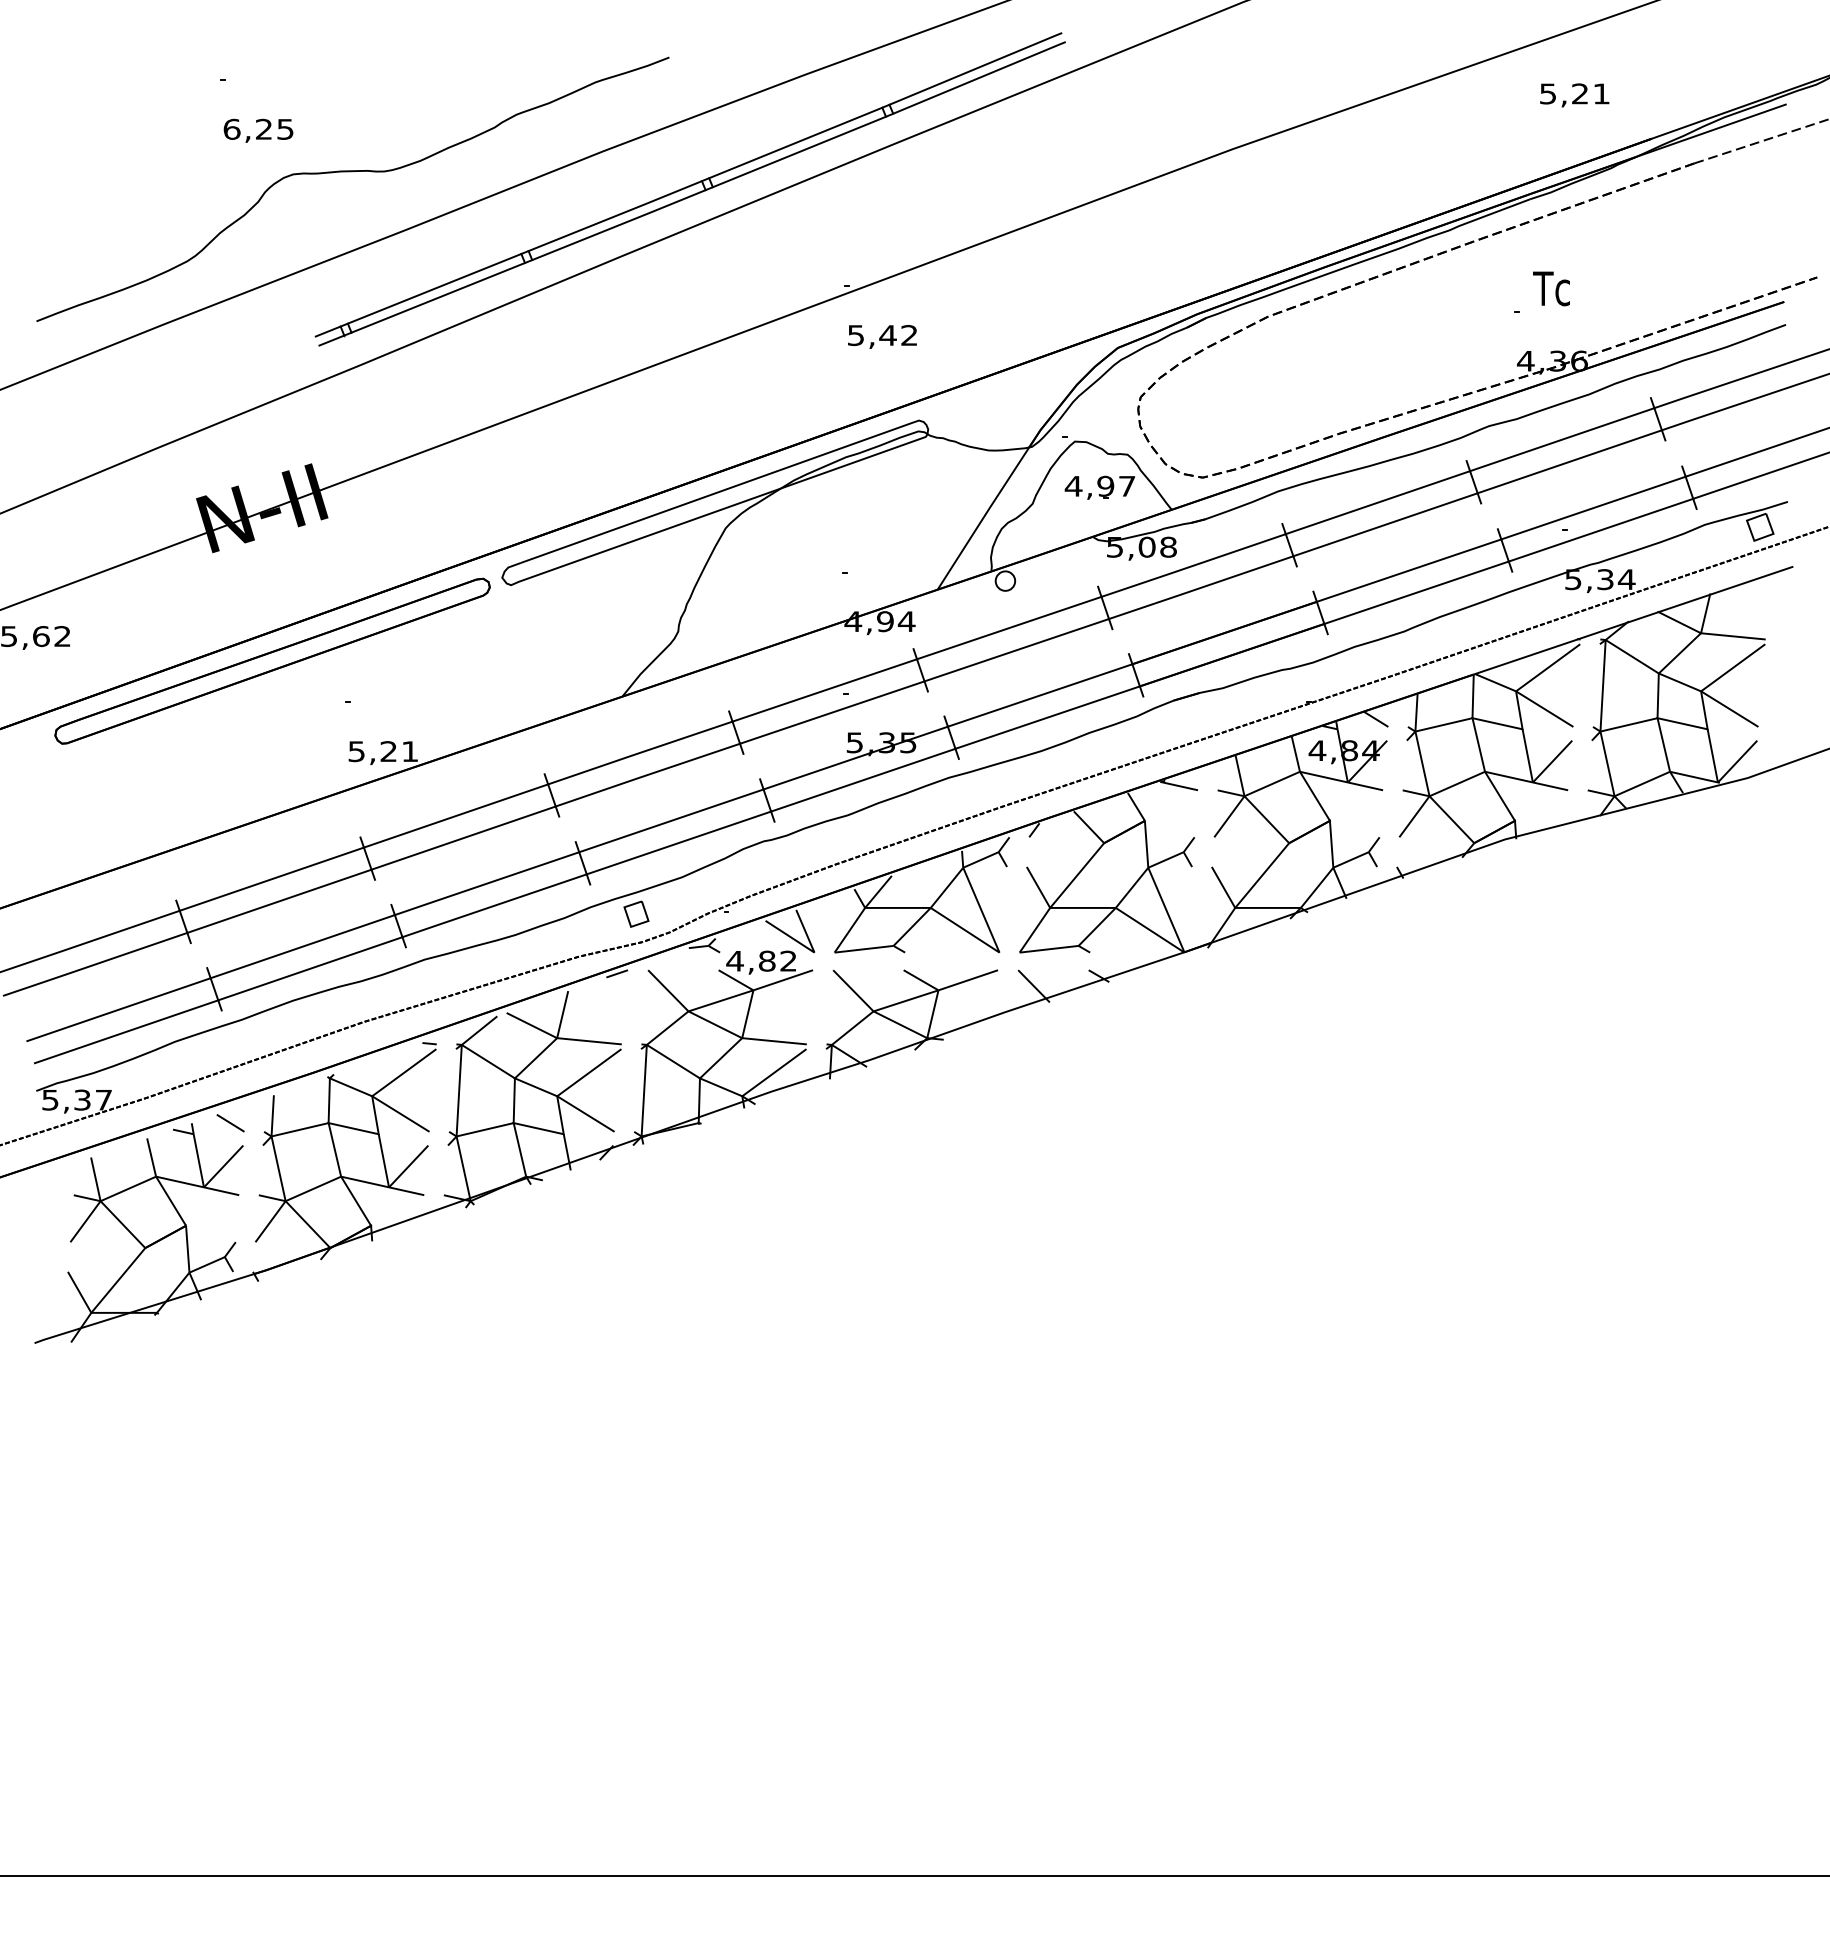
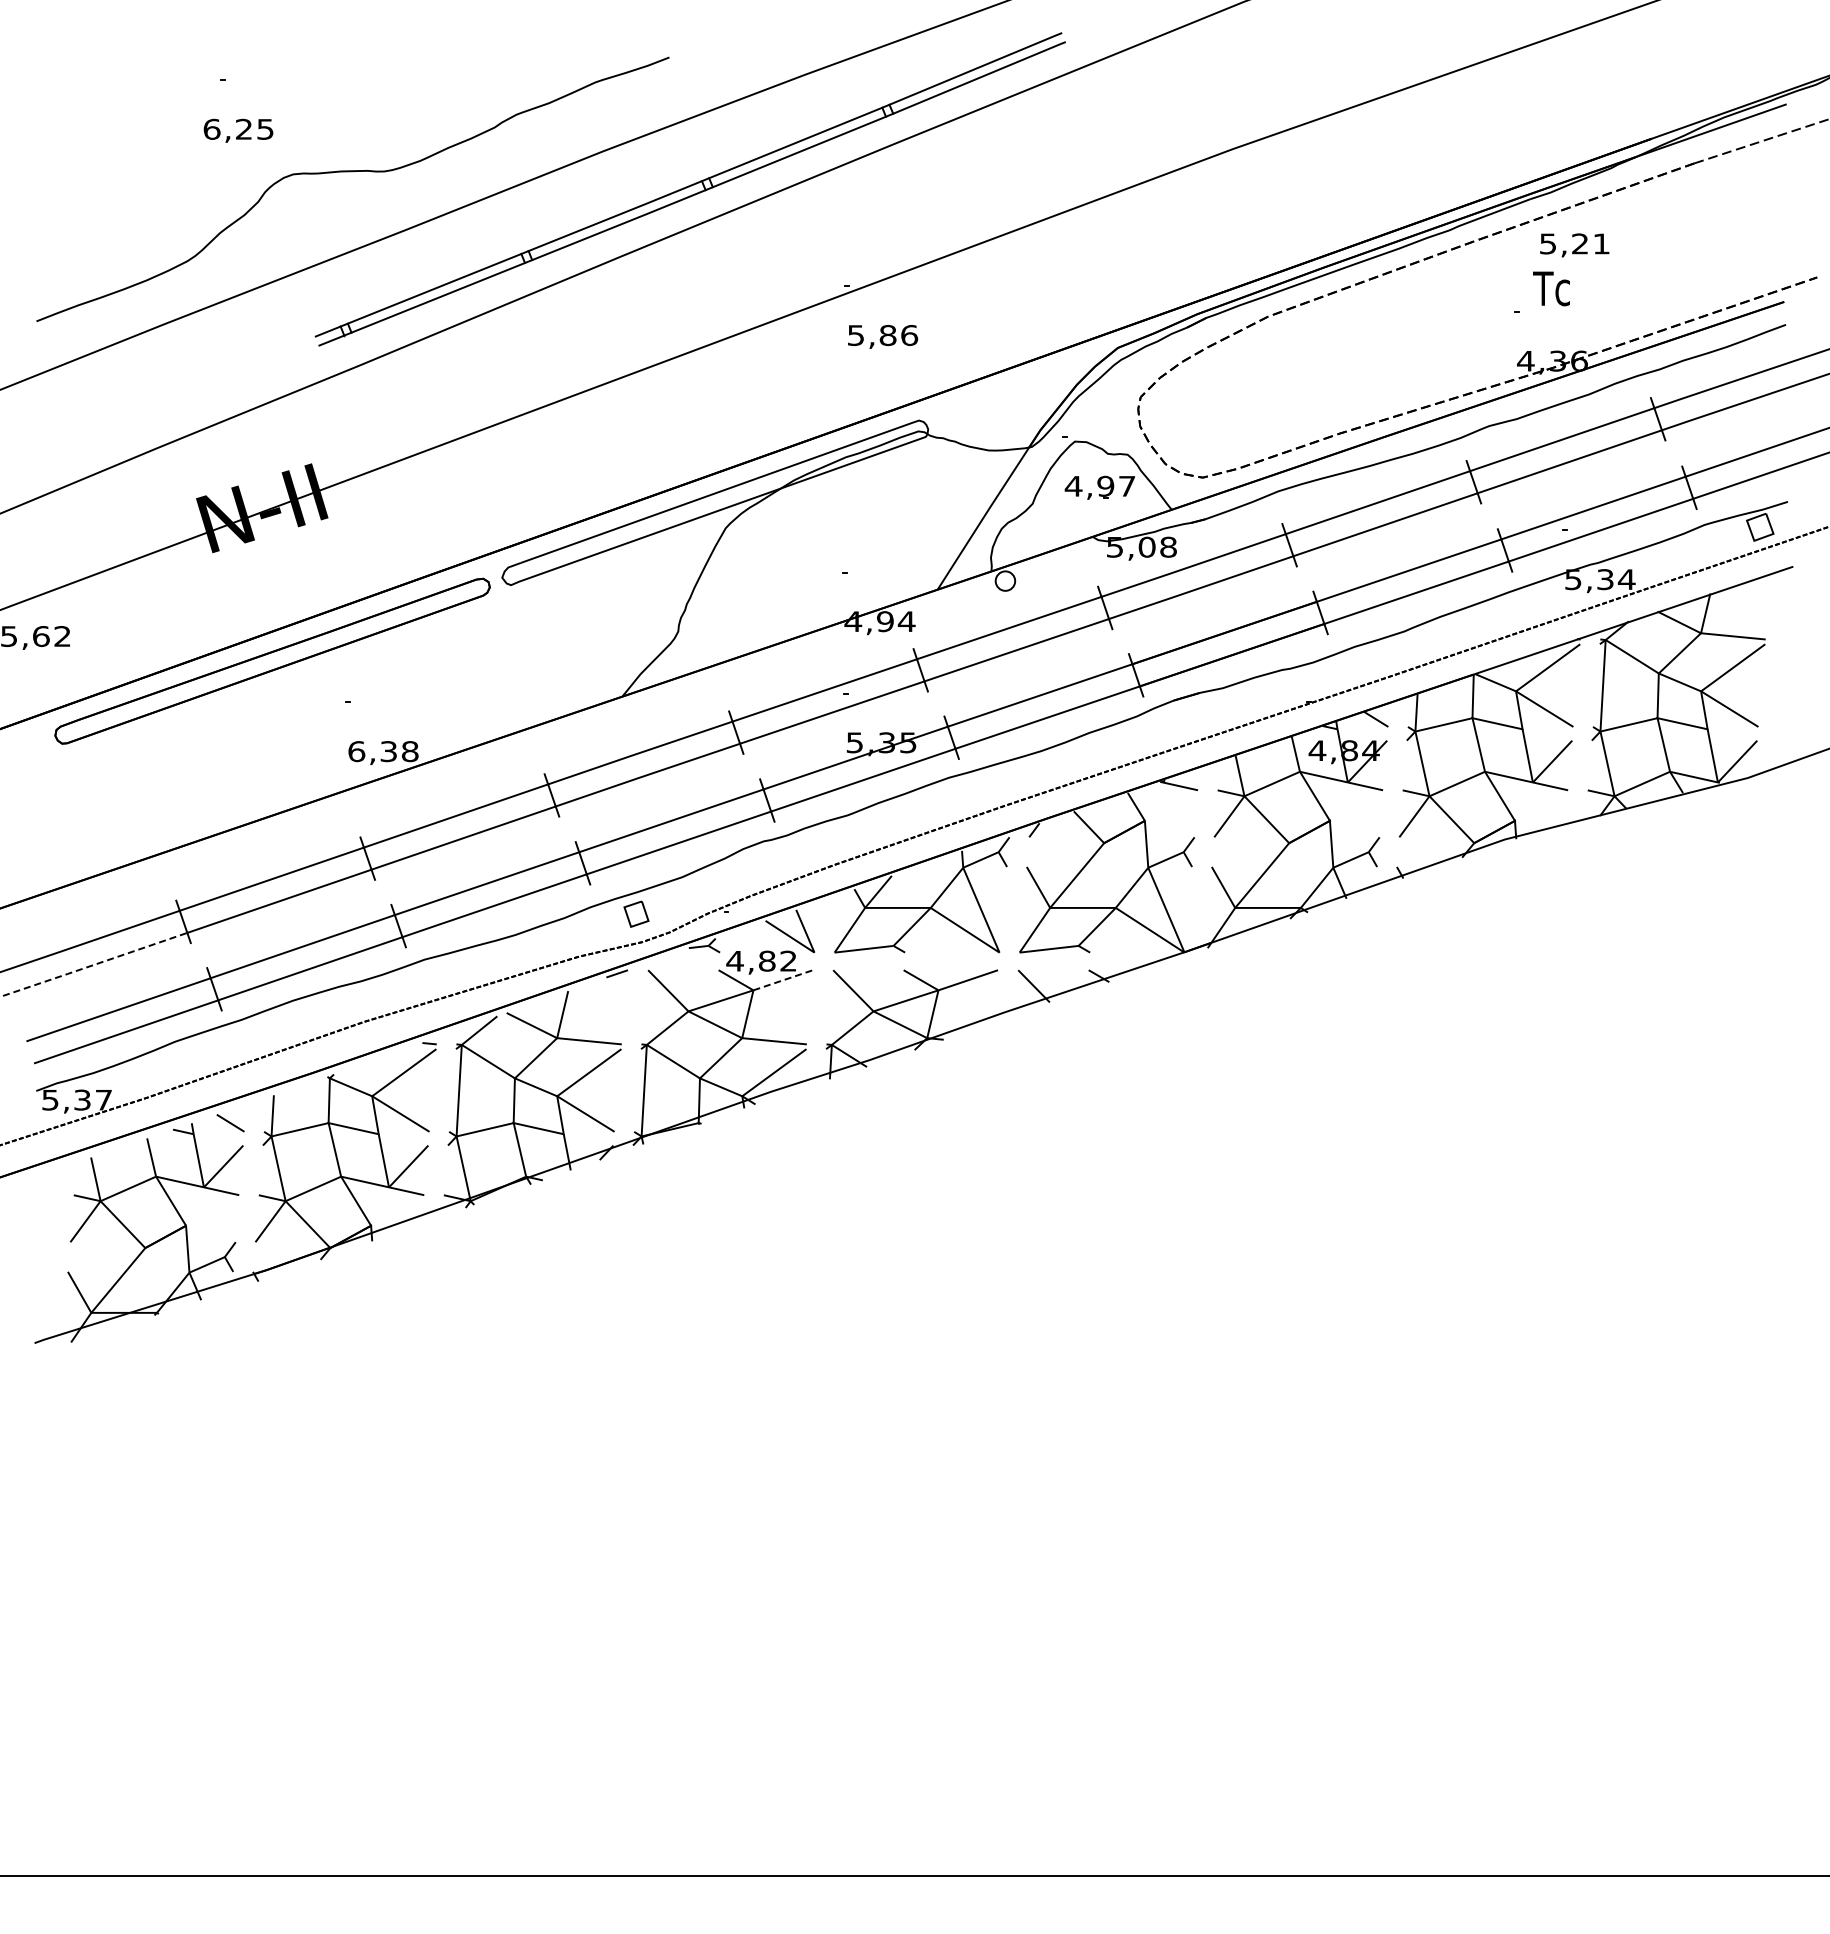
text at (1574, 95) position: (1574, 95) -> (1574, 245)
text at (258, 130) position: (258, 130) -> (238, 130)
text at (898, 335): 5,42 -> 5,86
text at (383, 751): 5,21 -> 6,38
line at (95, 964): solid -> dashed
line at (783, 980): solid -> dashed
